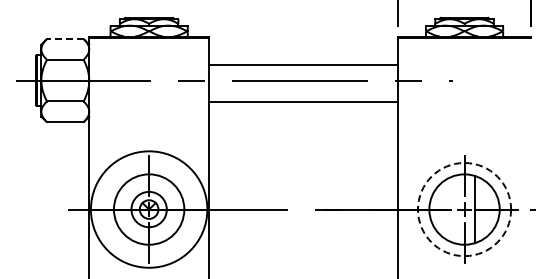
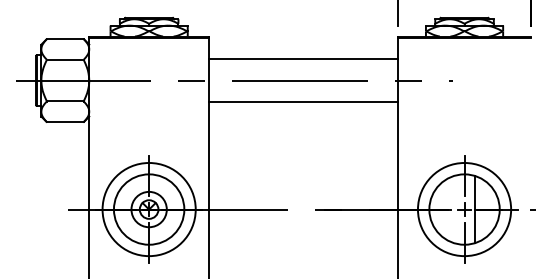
line at (65, 39): dashed -> solid
line at (303, 65) position: (303, 65) -> (303, 59)
circle at (148, 209) diameter: 116 px -> 93 px
circle at (464, 209): dashed -> solid
